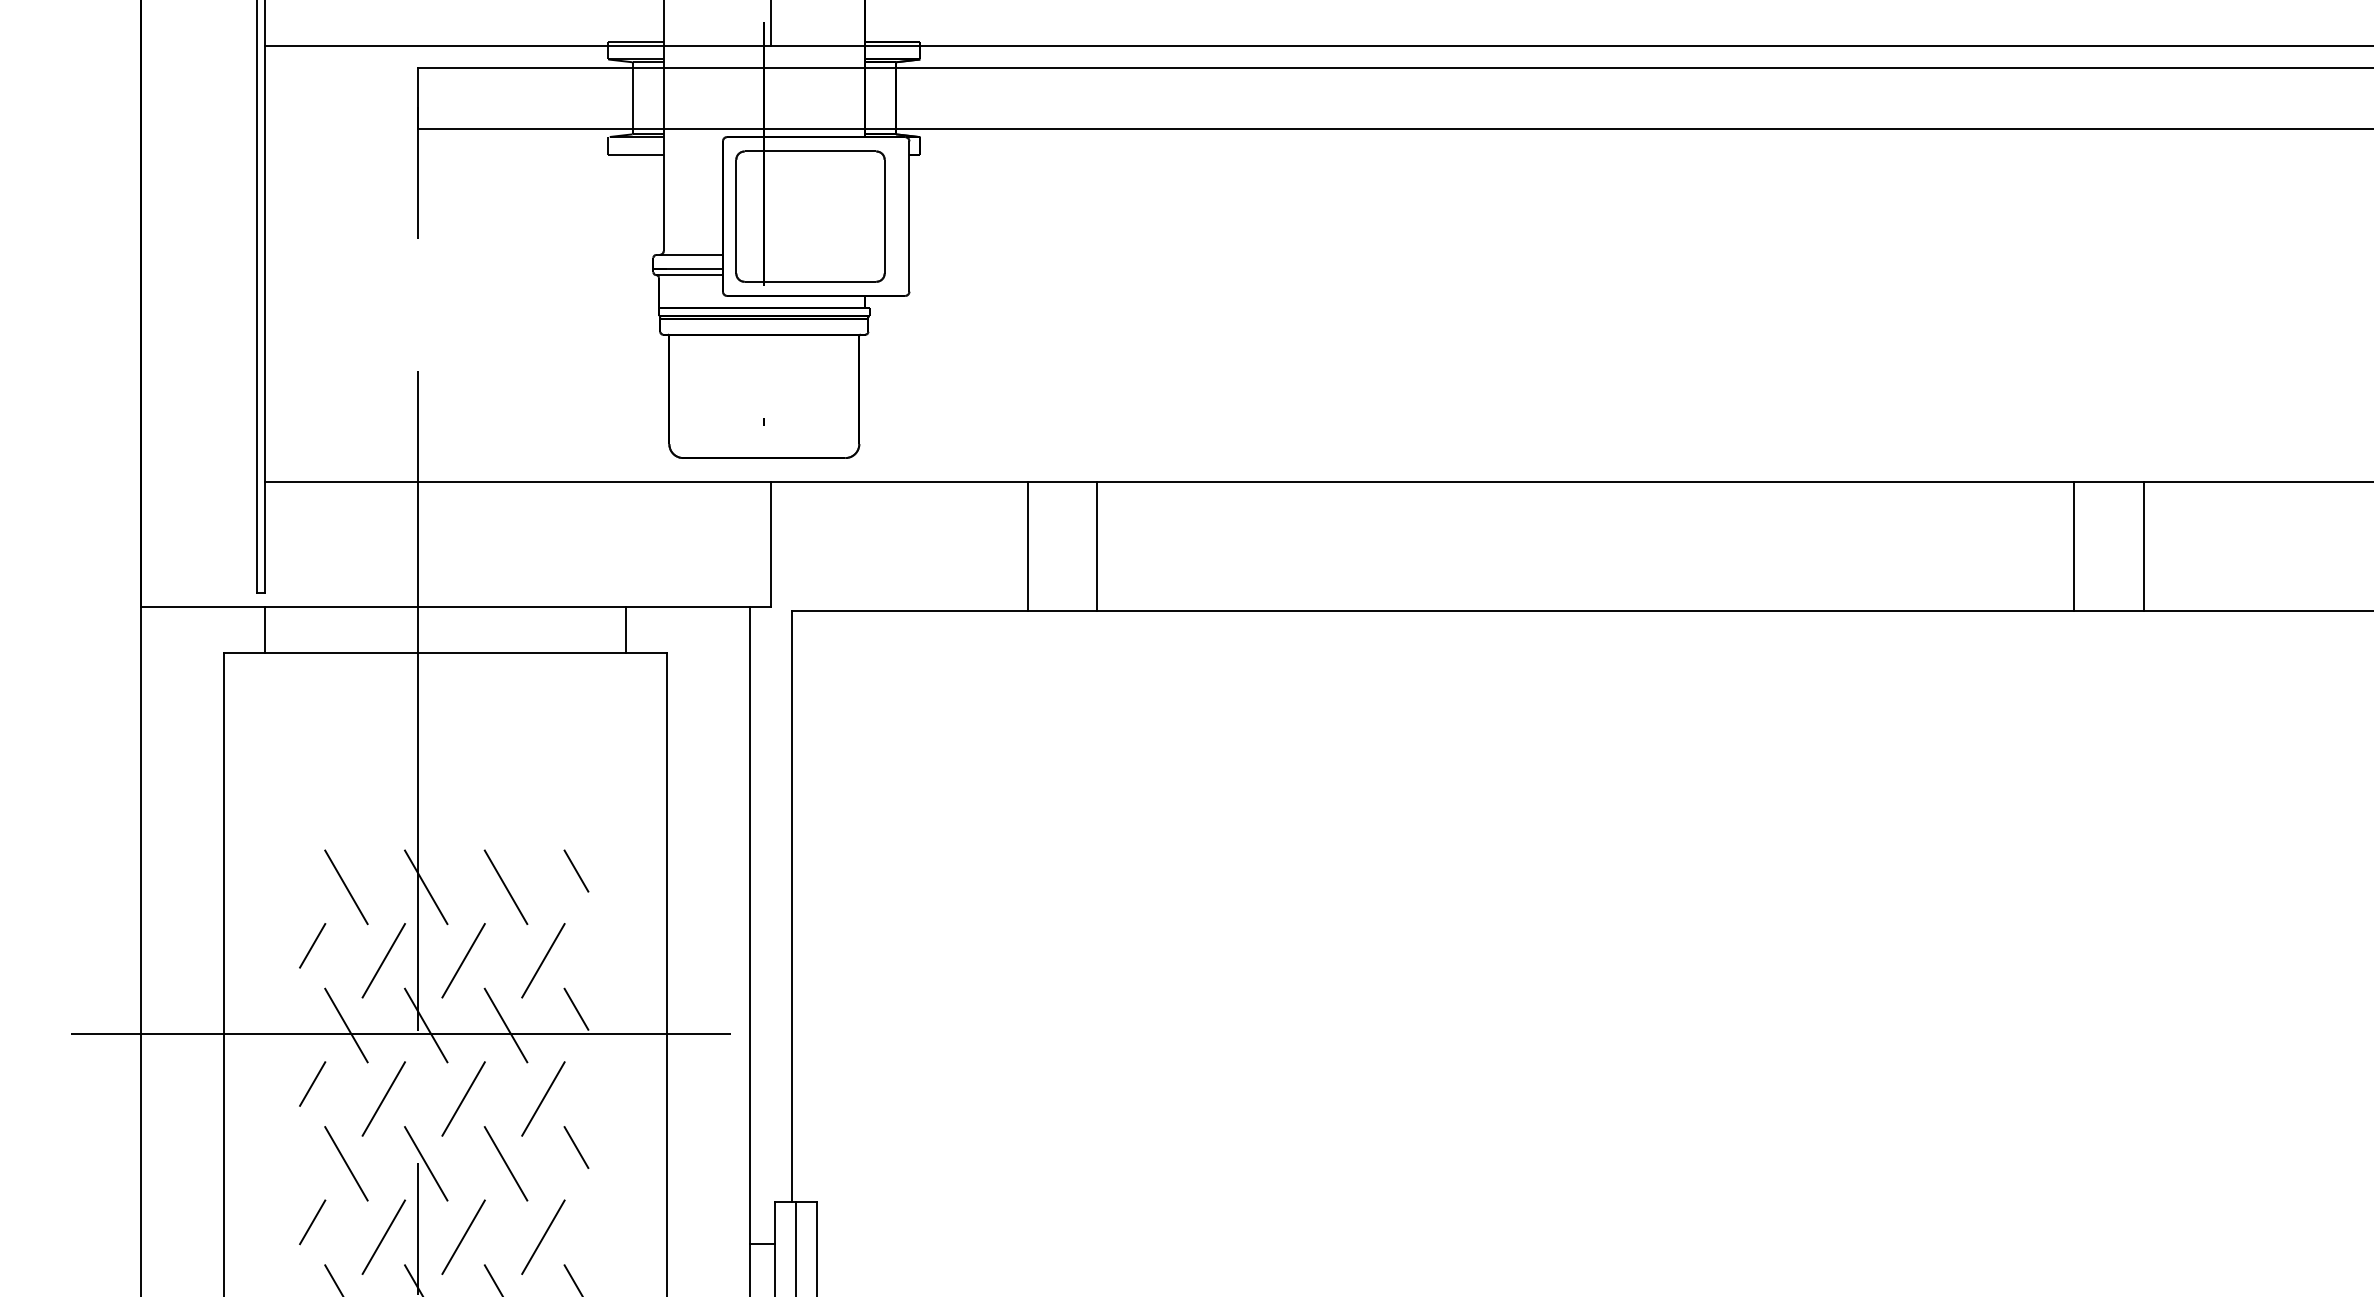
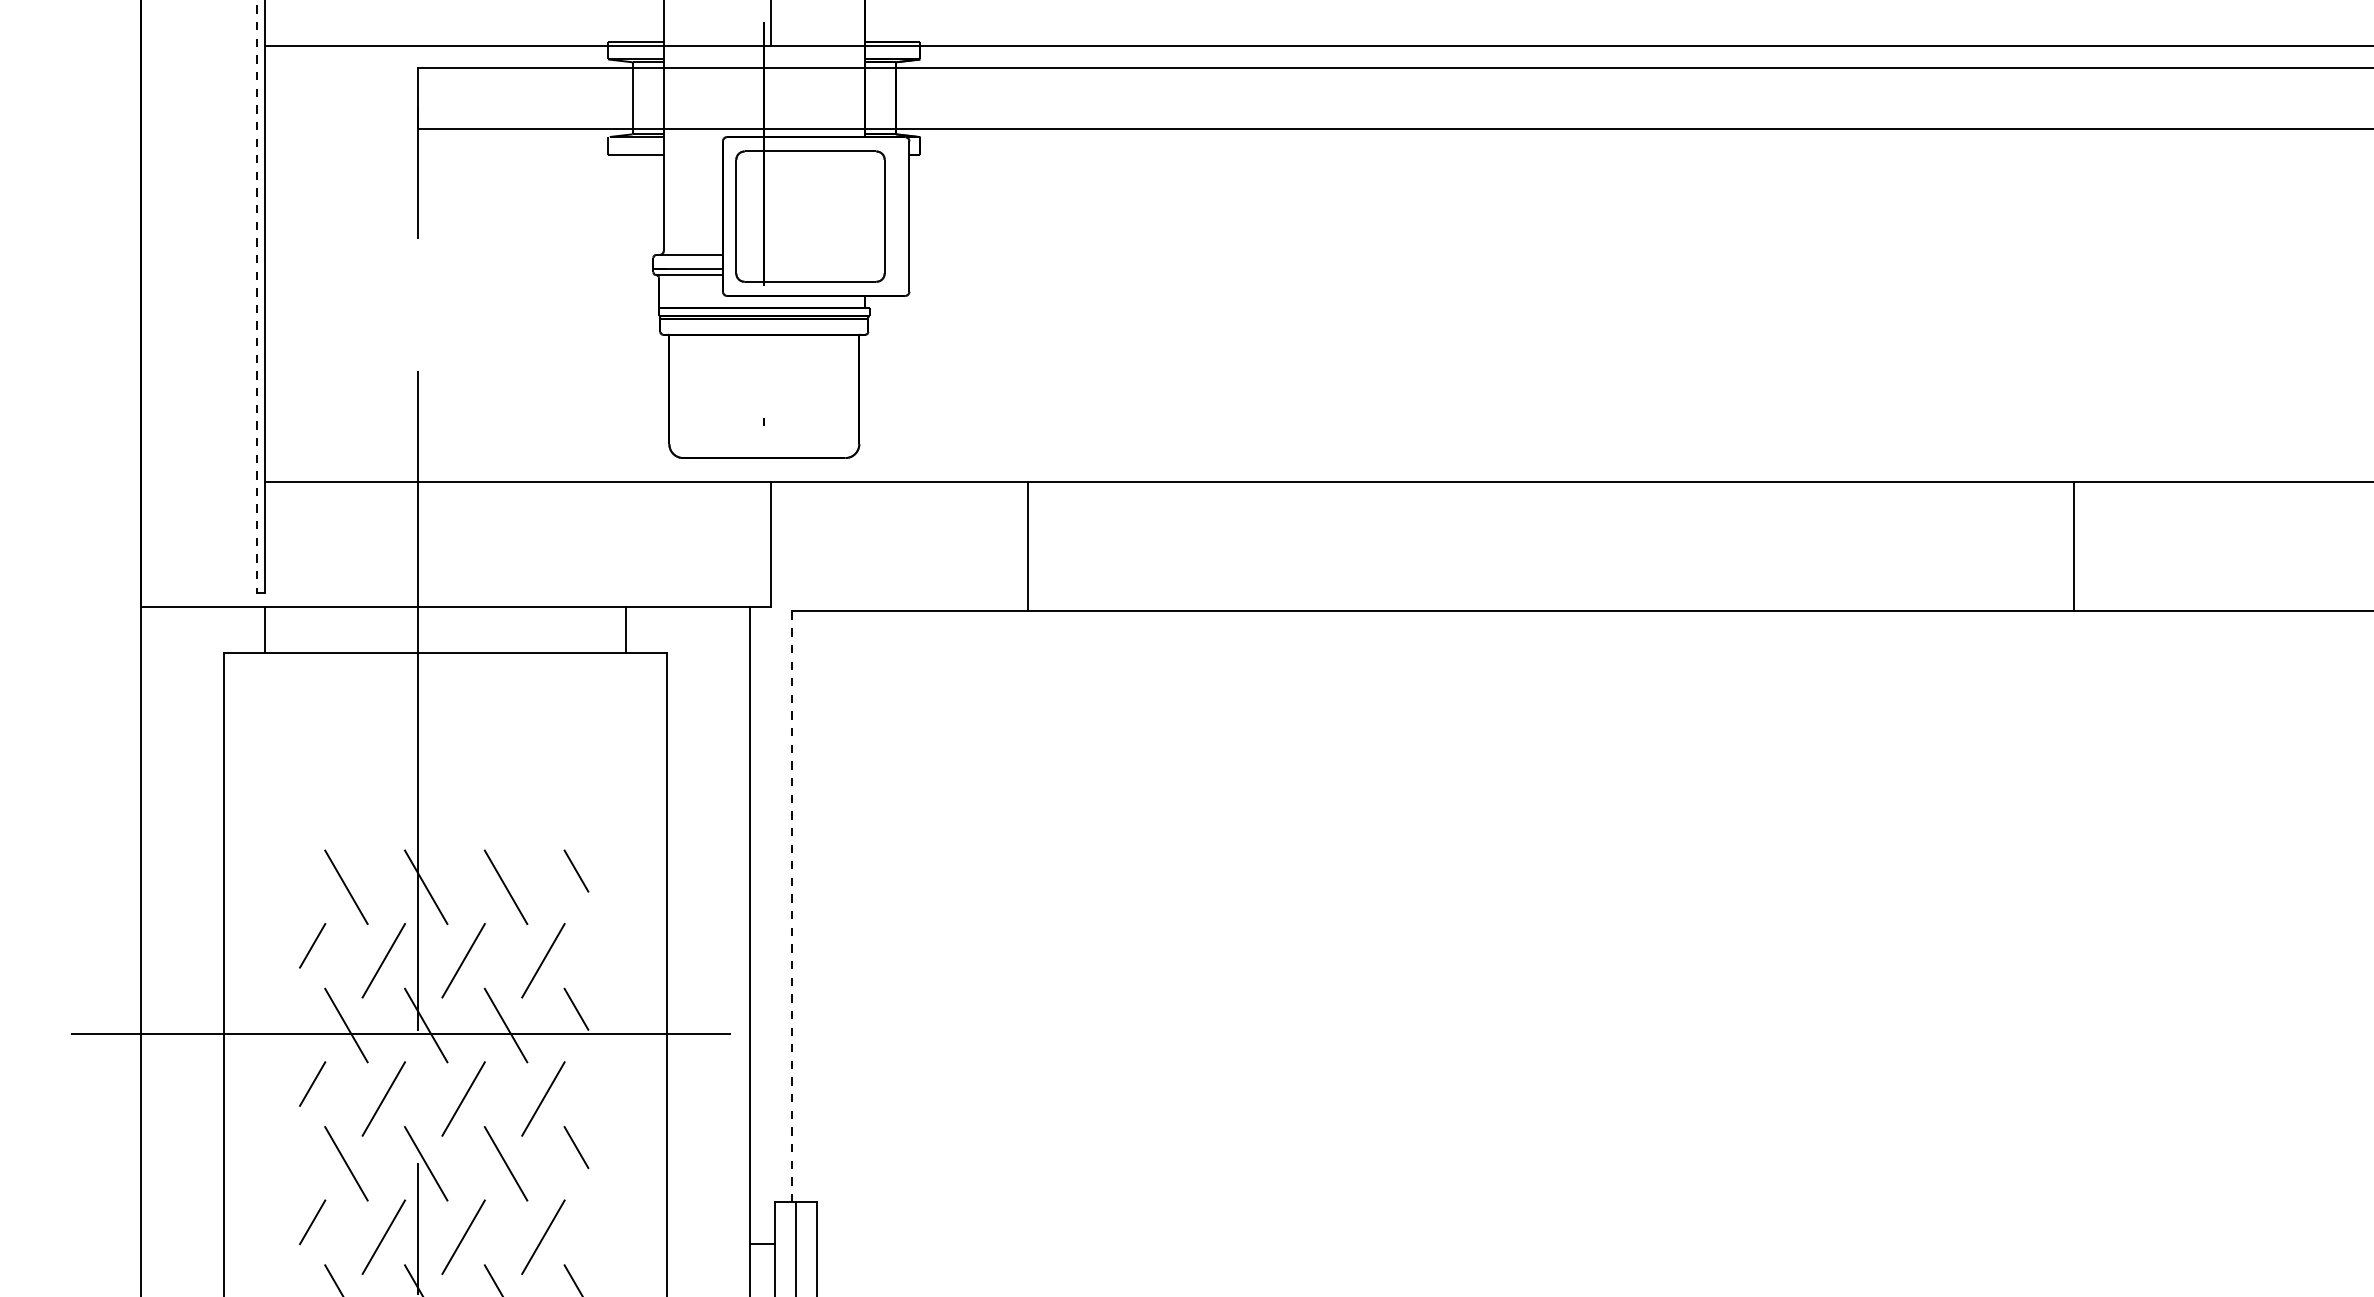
line at (256, 297): solid -> dashed
line at (1097, 546): present -> none
line at (2143, 546): present -> none
line at (792, 906): solid -> dashed
